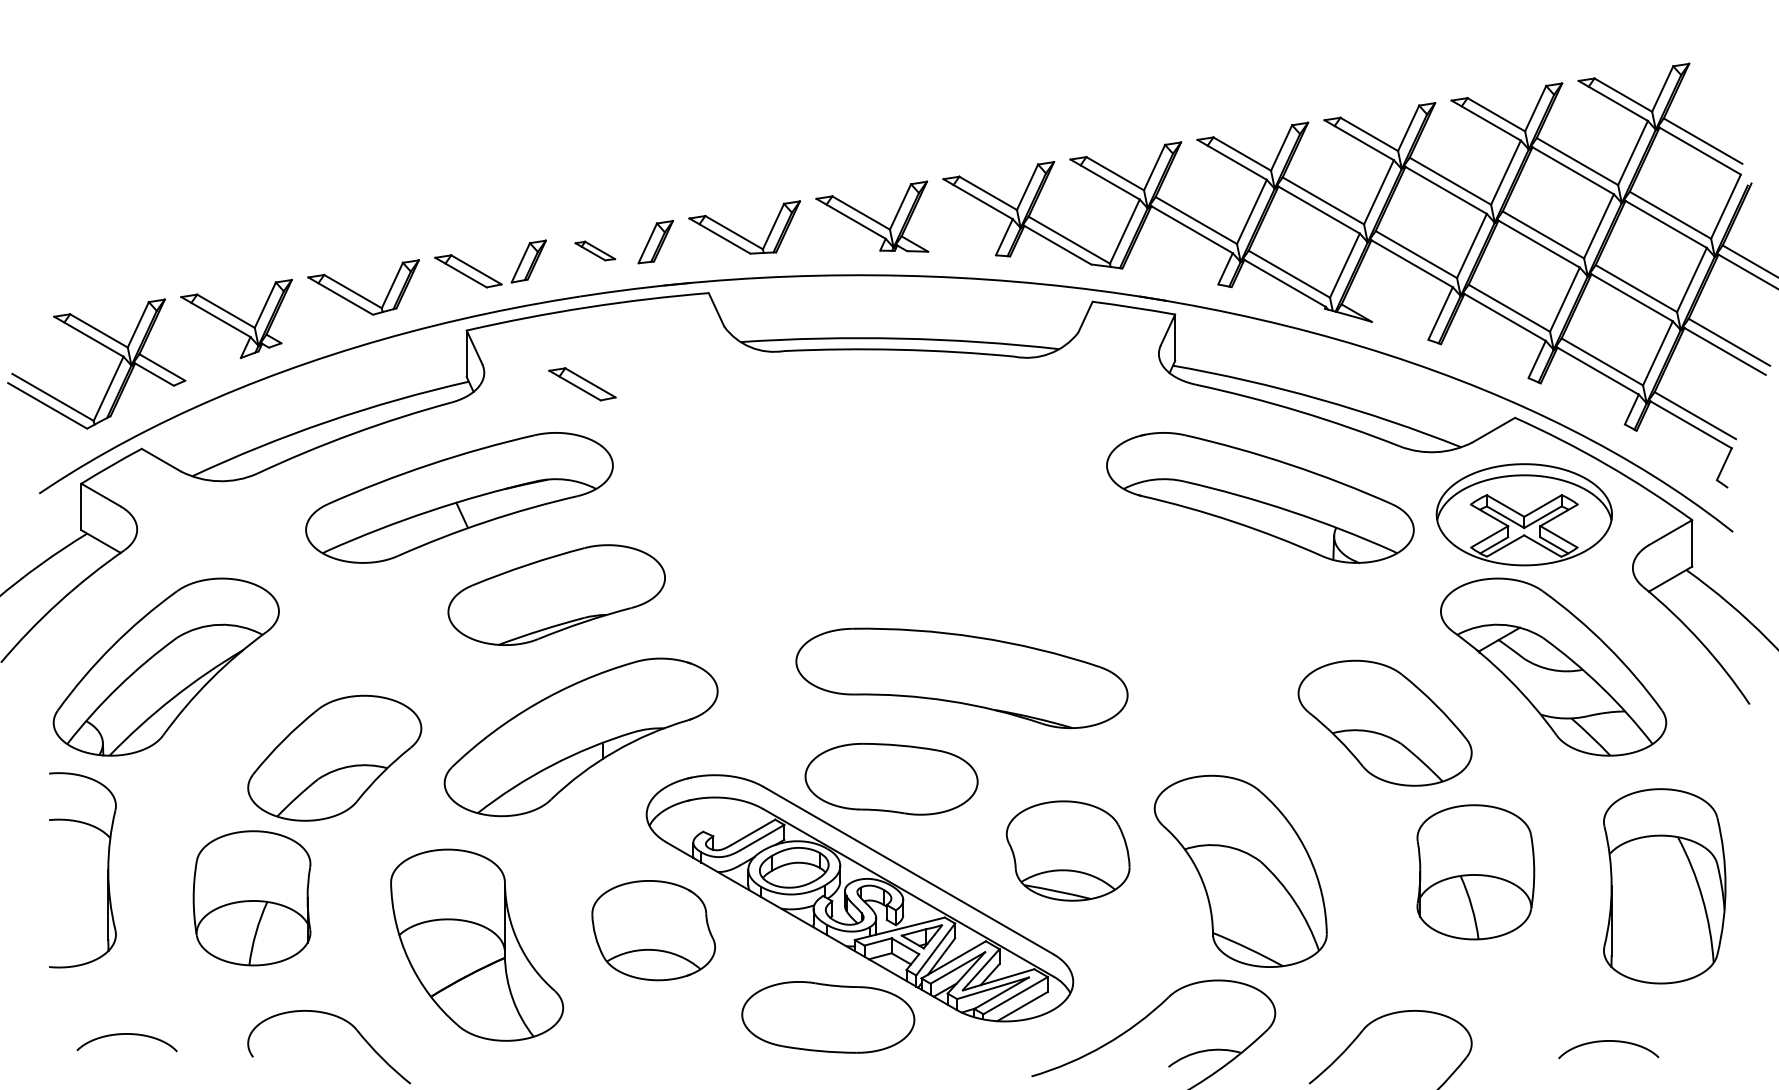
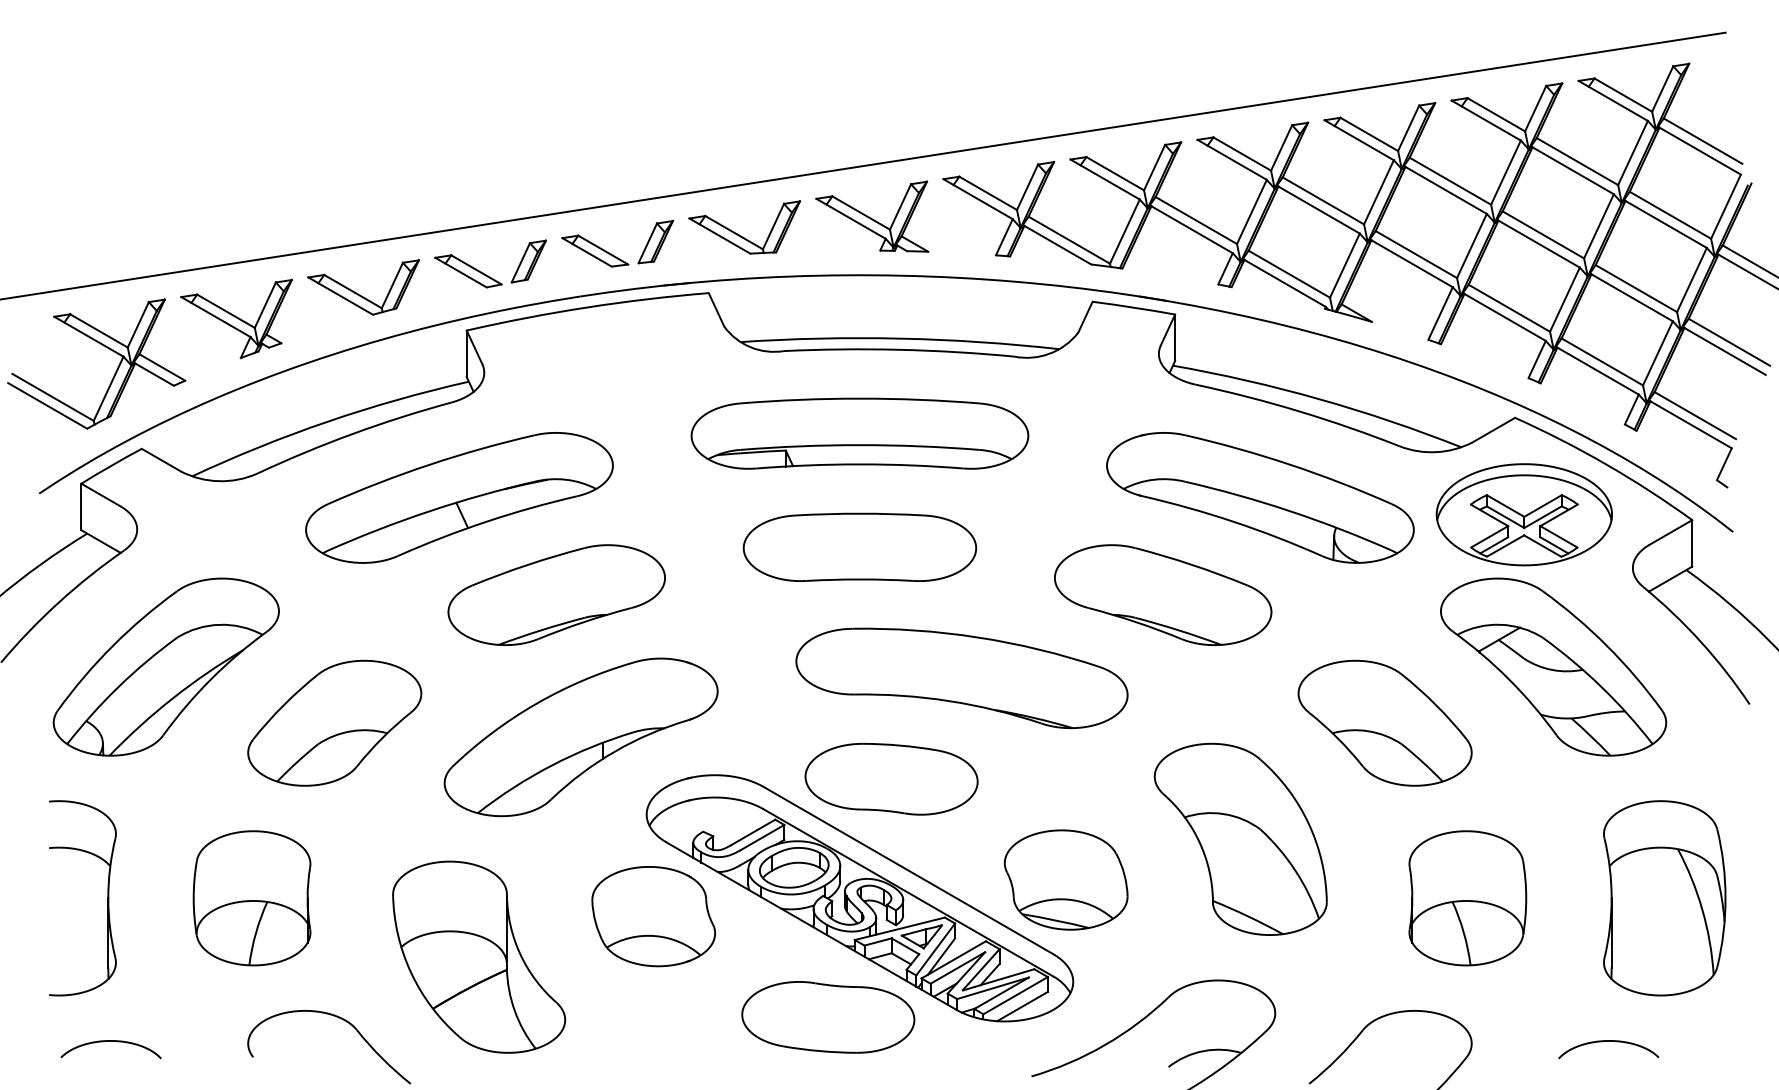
line at (863, 165): none -> present
part at (595, 250) size: 43x22 px -> 69x34 px
part at (582, 384): present -> none
part at (859, 433): none -> present
part at (859, 546): none -> present
part at (1163, 594): none -> present
part at (334, 757) position: (334, 757) -> (334, 722)
part at (1067, 850) position: (1067, 850) -> (1065, 879)
part at (107, 870) position: (107, 870) -> (107, 898)
part at (1240, 870) position: (1240, 870) -> (1240, 838)
part at (1475, 872) position: (1475, 872) -> (1467, 898)
part at (1664, 886) position: (1664, 886) -> (1664, 898)
part at (653, 930) position: (653, 930) -> (653, 916)
part at (477, 944) position: (477, 944) -> (479, 956)
curve at (126, 1034) position: (126, 1034) -> (110, 1041)
